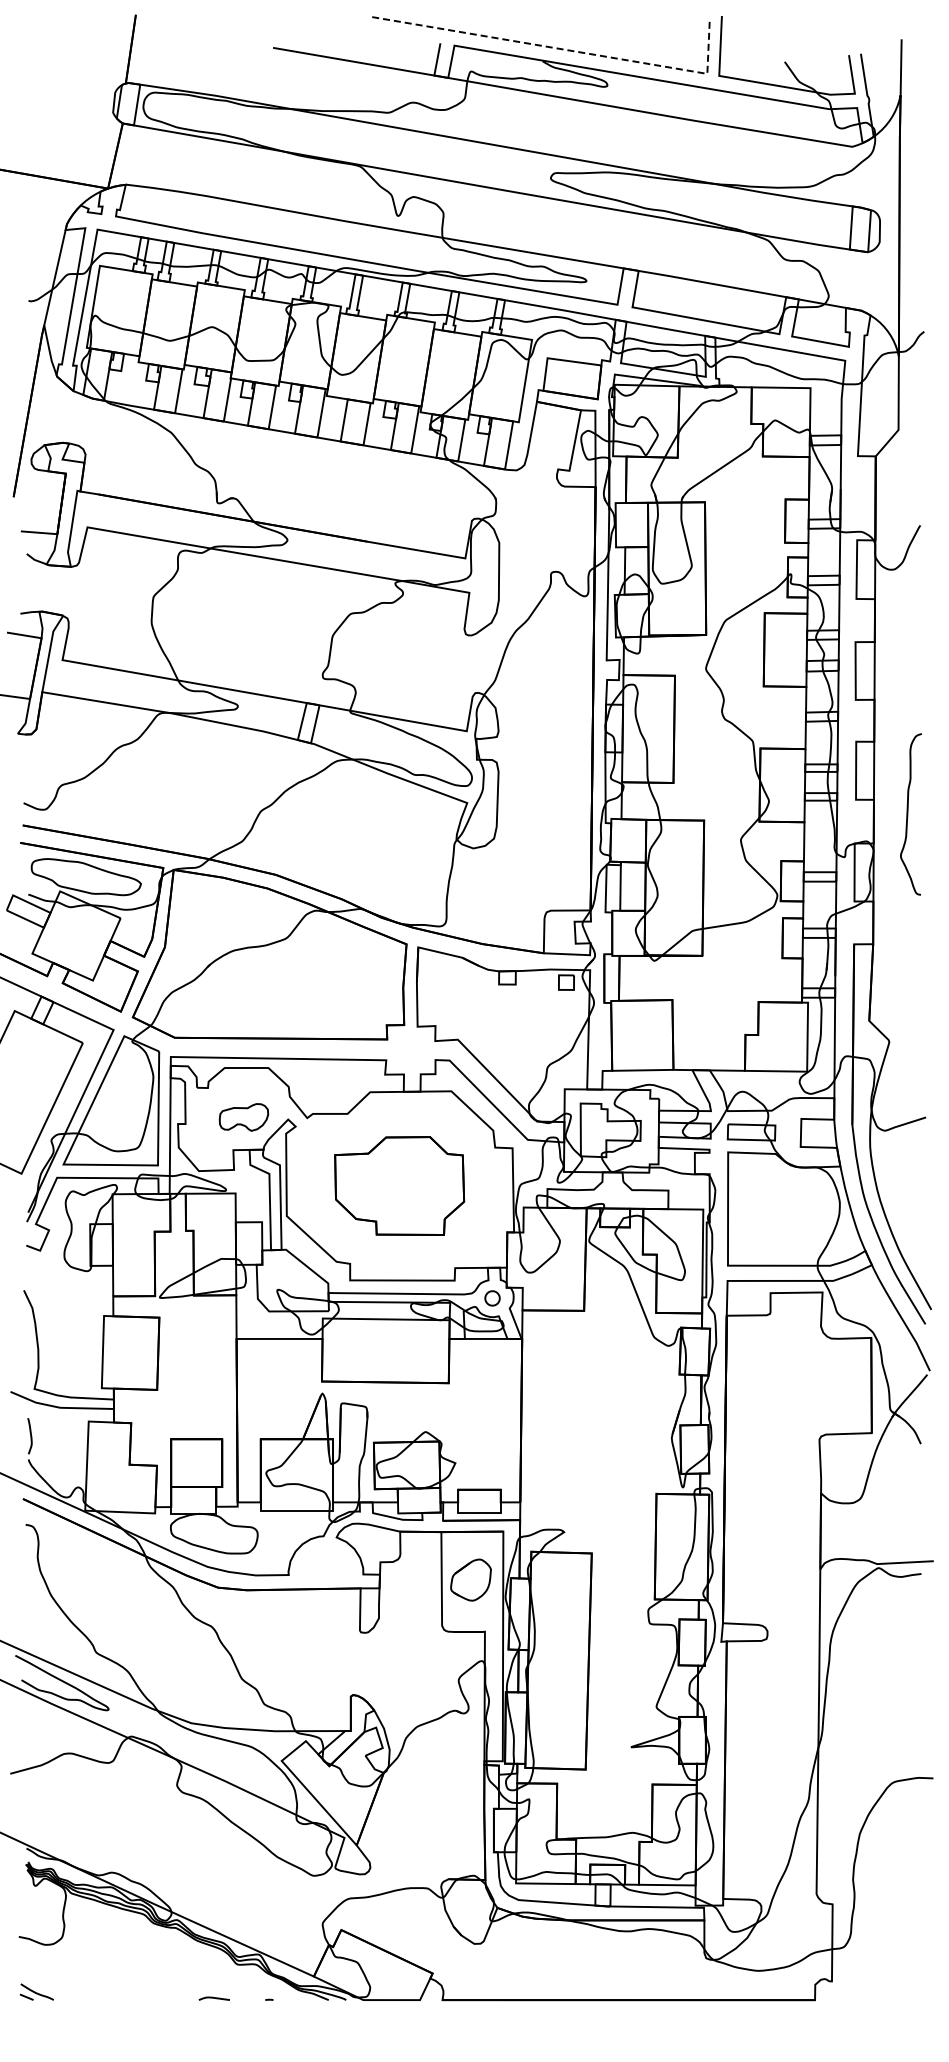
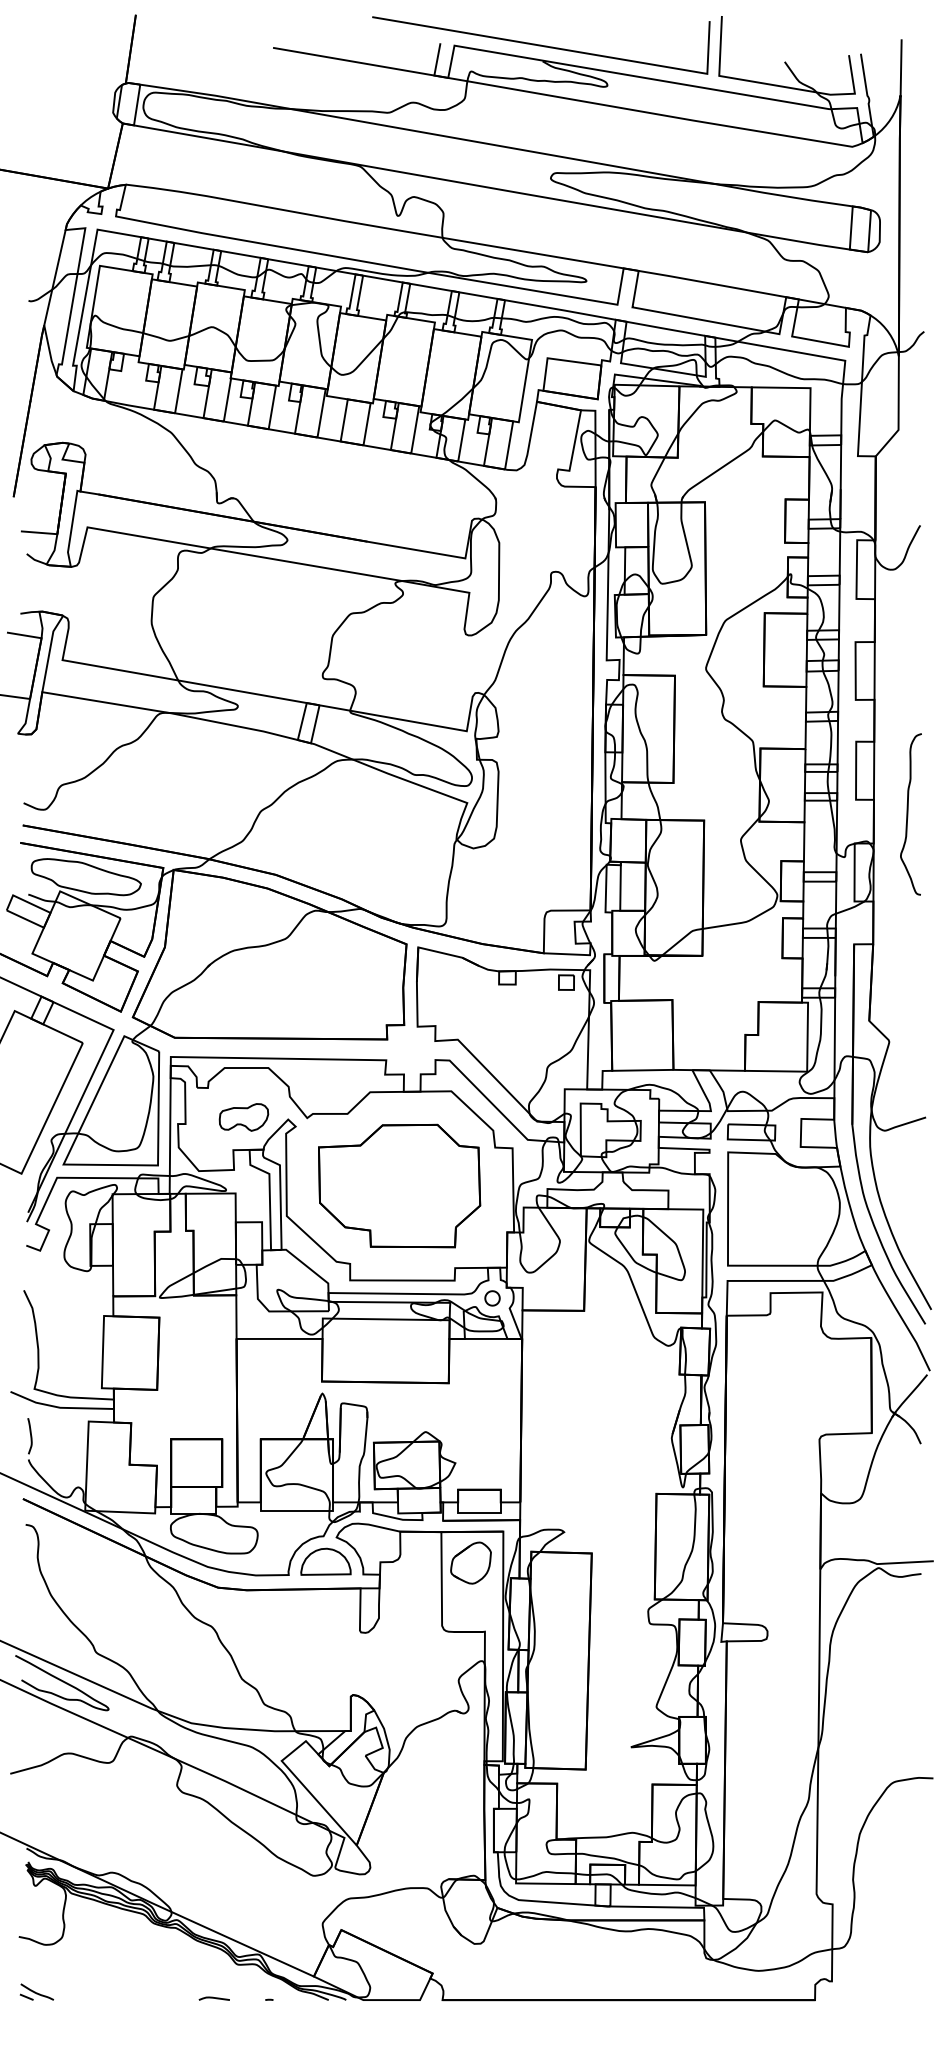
line at (566, 50): dashed -> solid
part at (399, 1185) size: 132x100 px -> 164x126 px
part at (325, 1561): none -> present
part at (470, 1579) position: (470, 1579) -> (470, 1562)
